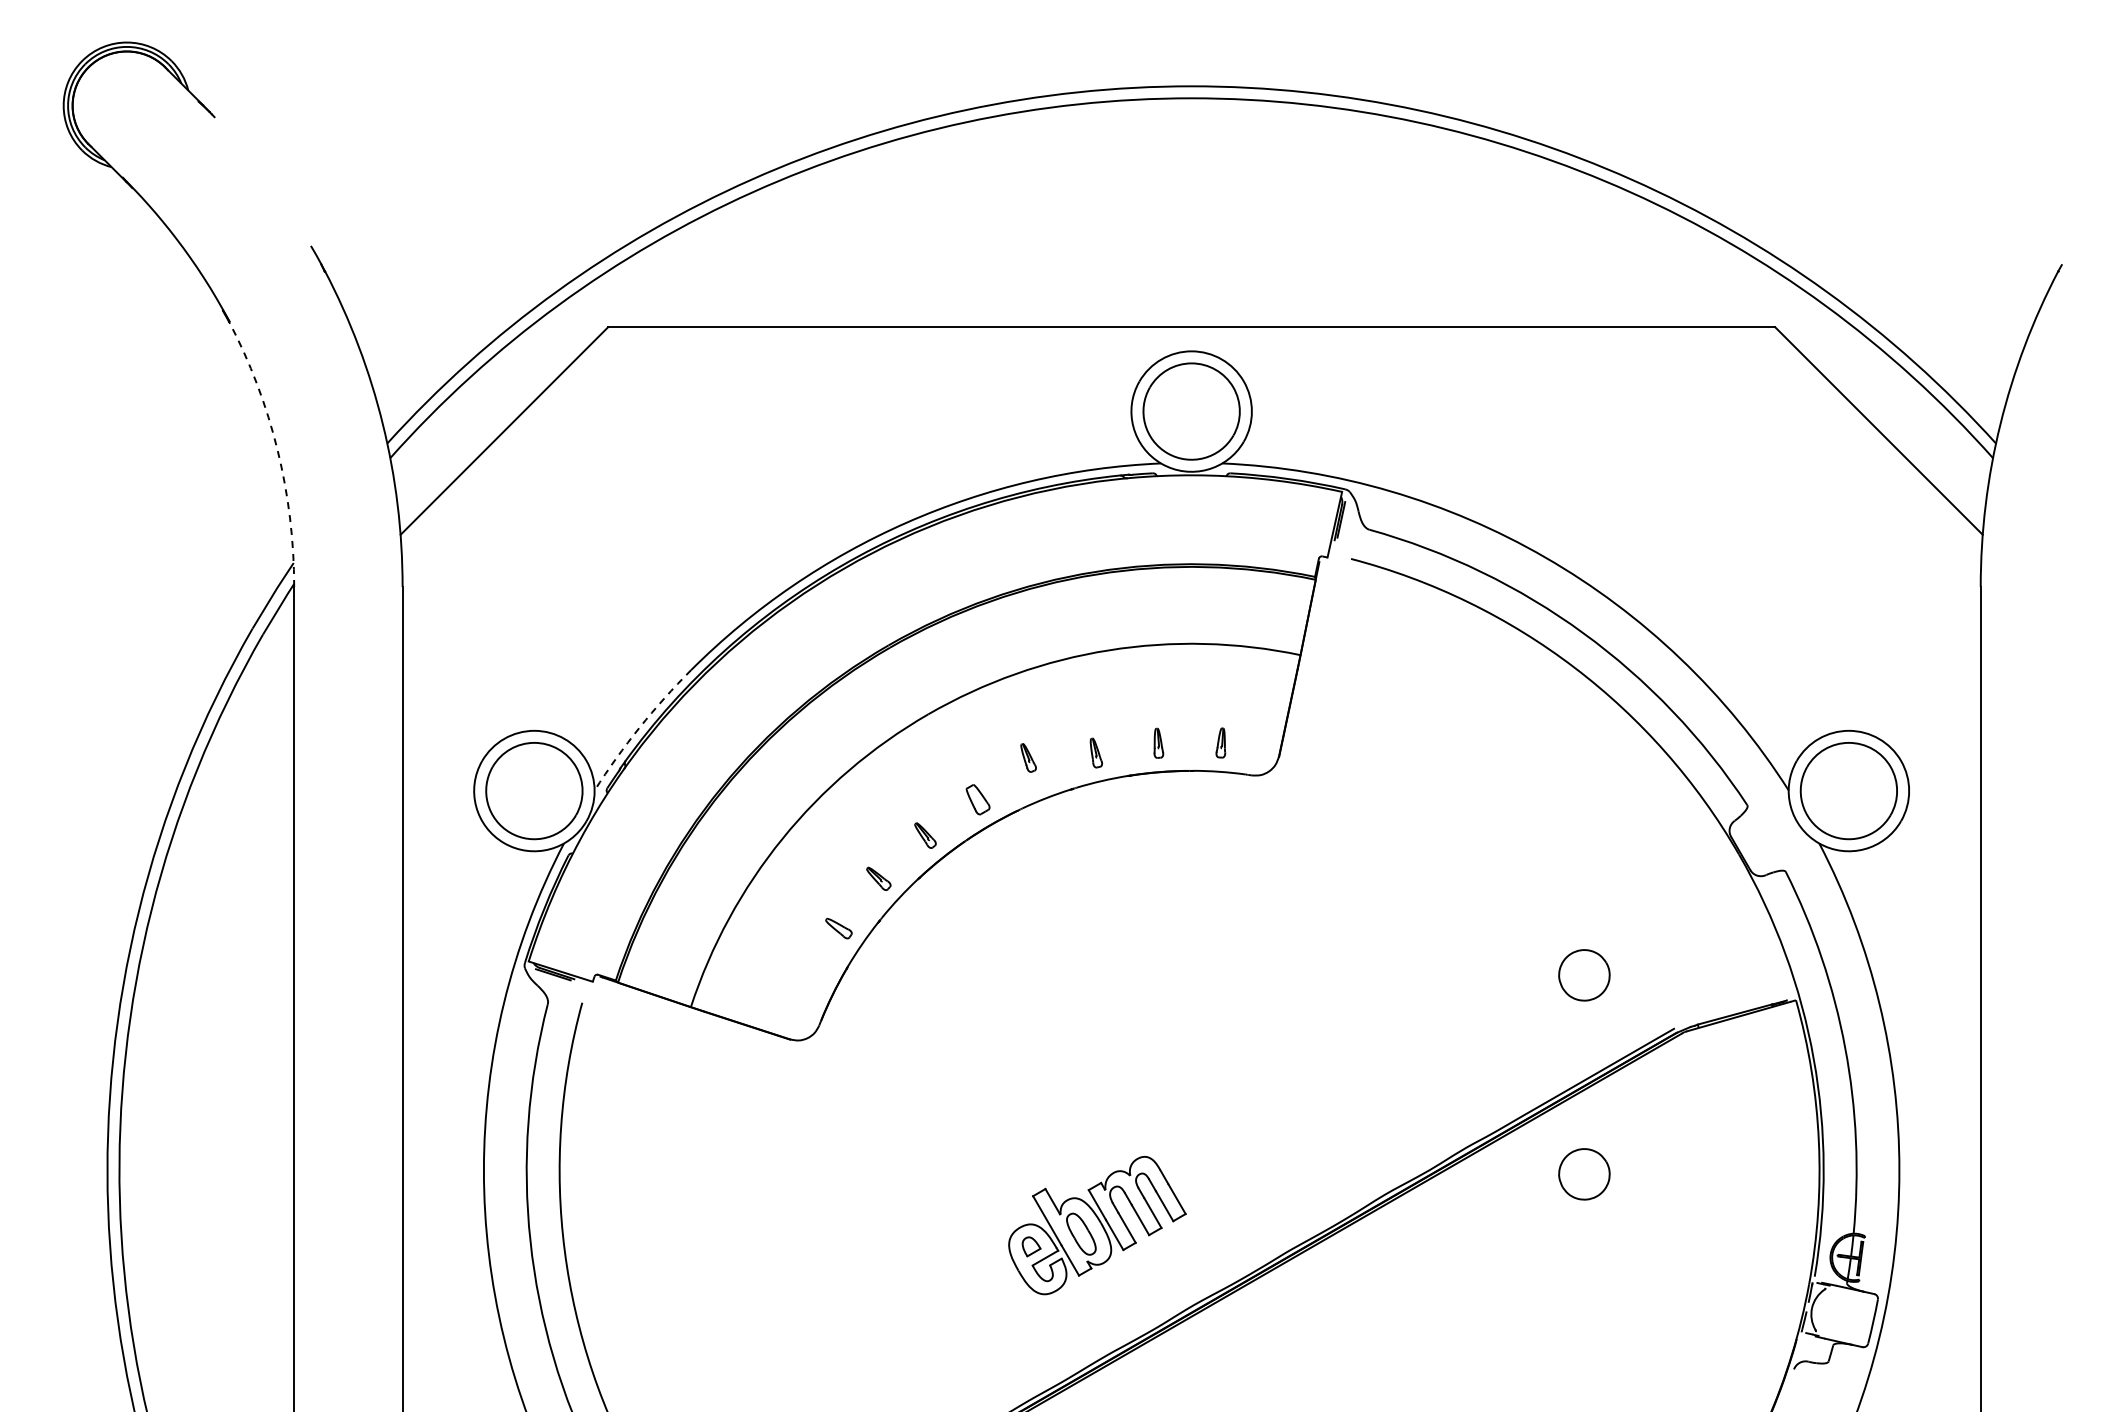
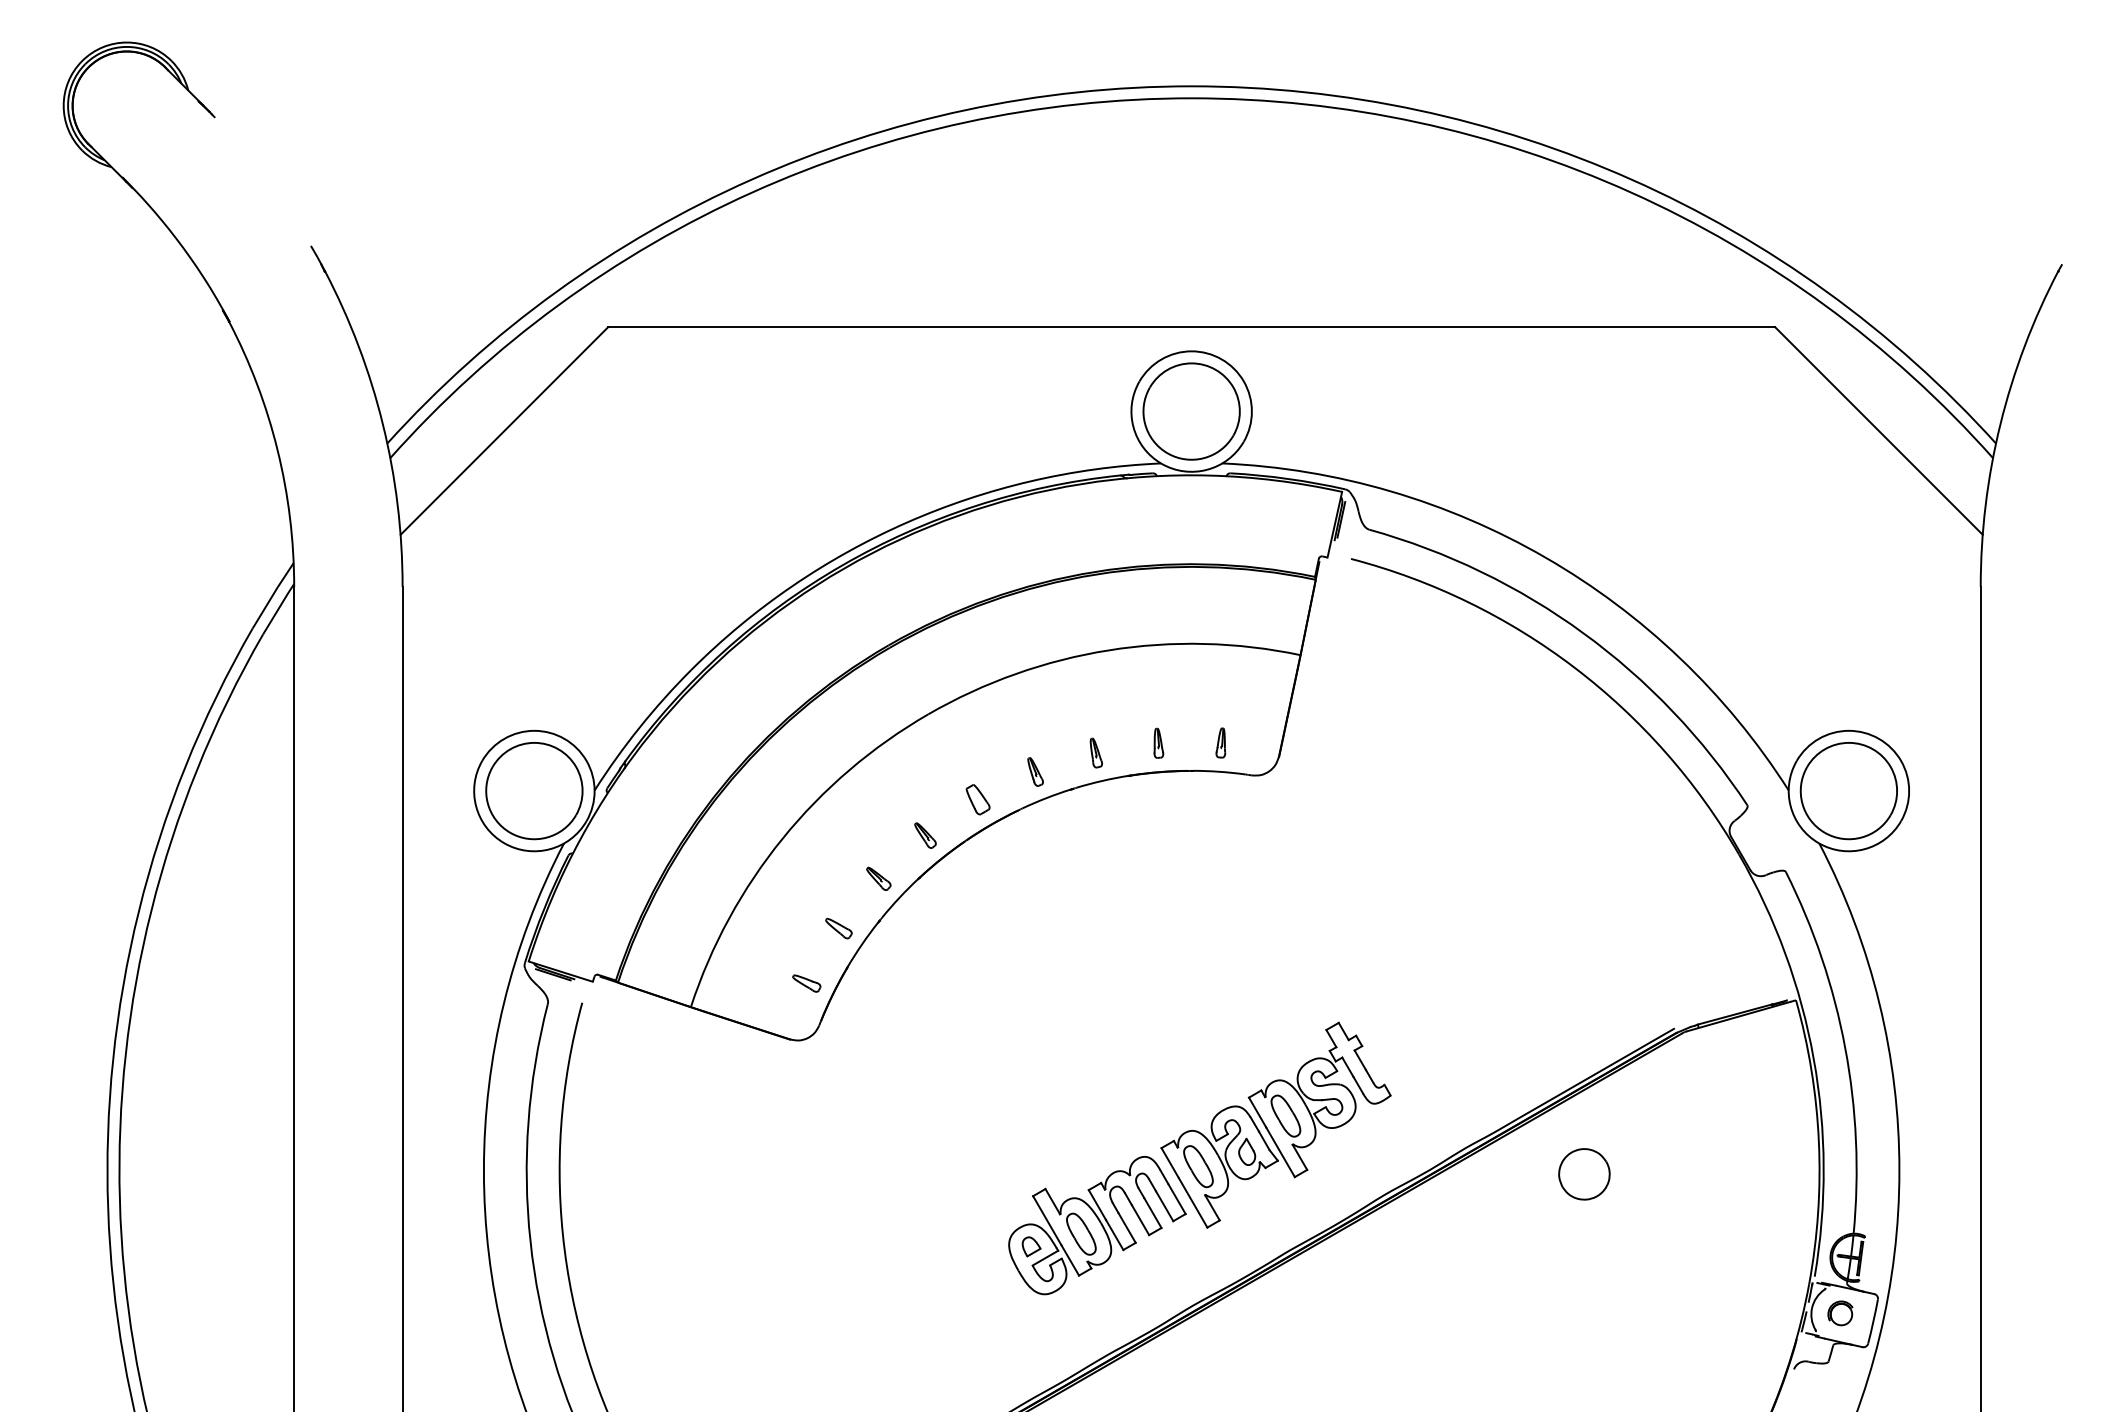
arc at (277, 450): dashed -> solid
arc at (639, 727): dashed -> solid
part at (1028, 757) position: (1028, 757) -> (1035, 771)
part at (1584, 975): present -> none
part at (806, 983): none -> present
part at (1275, 1124): none -> present
part at (1840, 1313): none -> present
